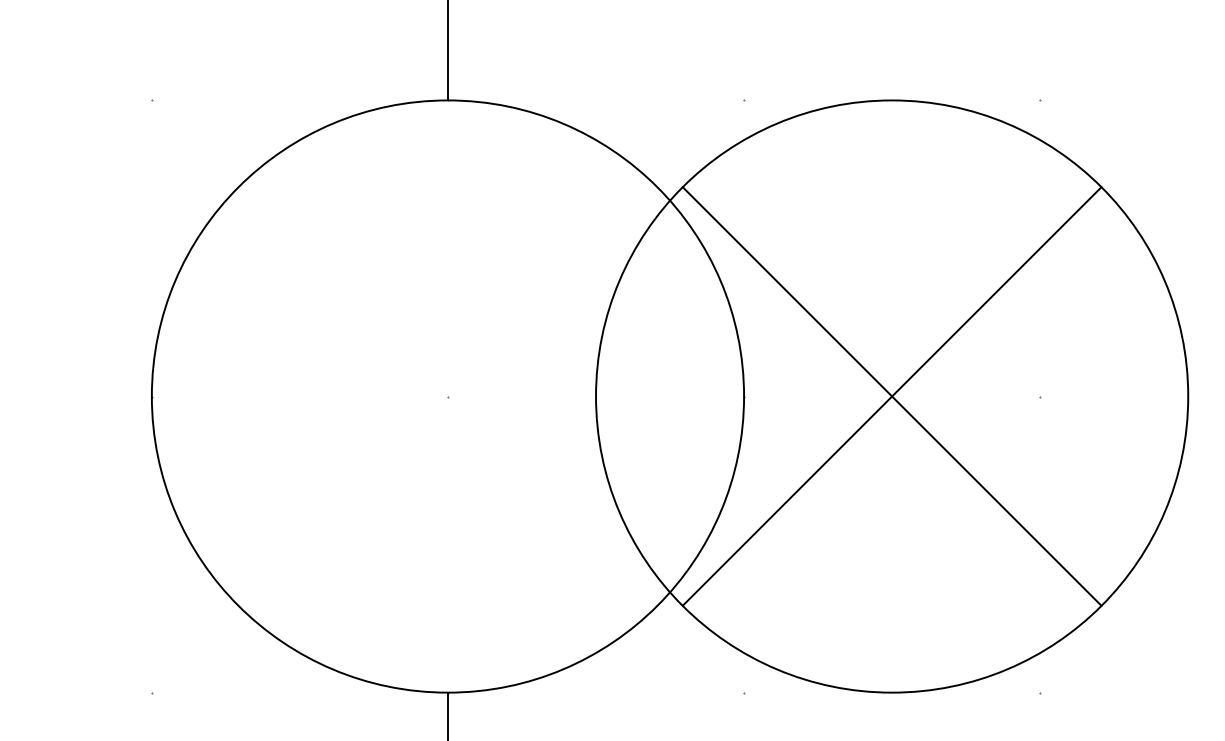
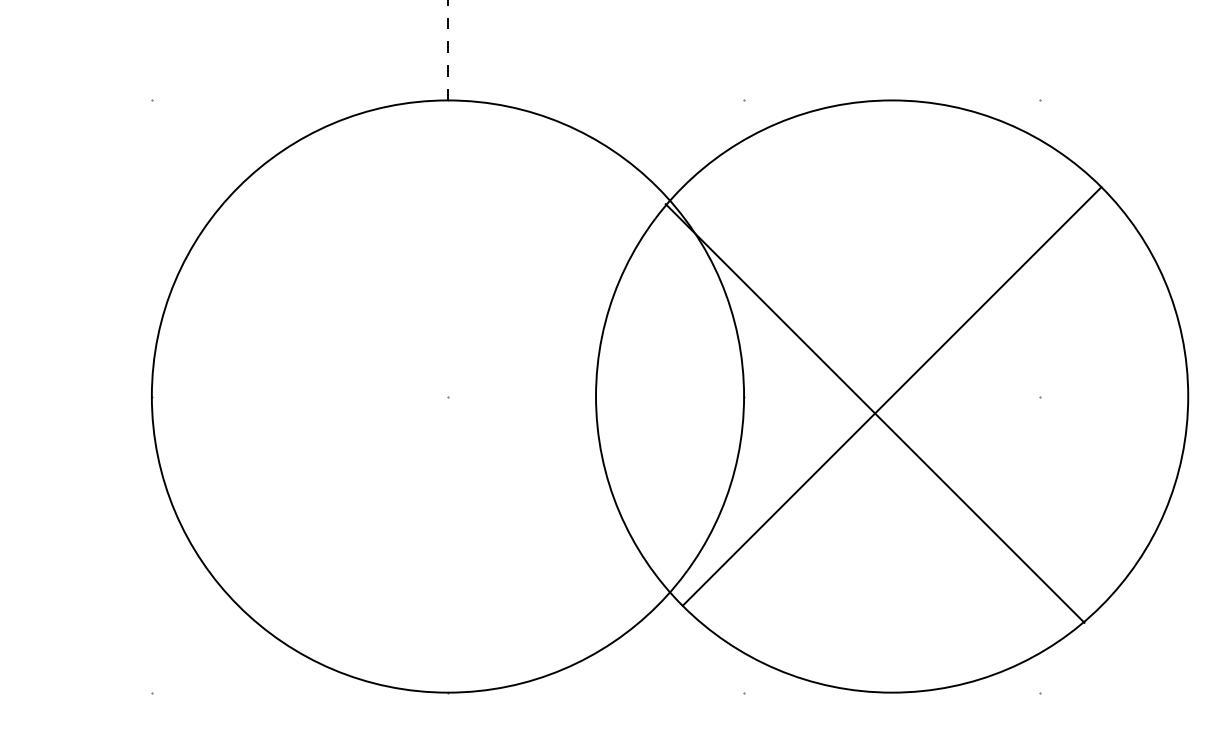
line at (447, 50): solid -> dashed
line at (891, 396) position: (891, 396) -> (874, 413)
line at (447, 714): present -> none
